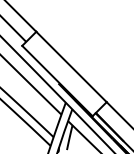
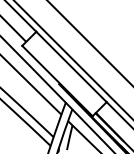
line at (89, 42): none -> present
line at (72, 59): none -> present
